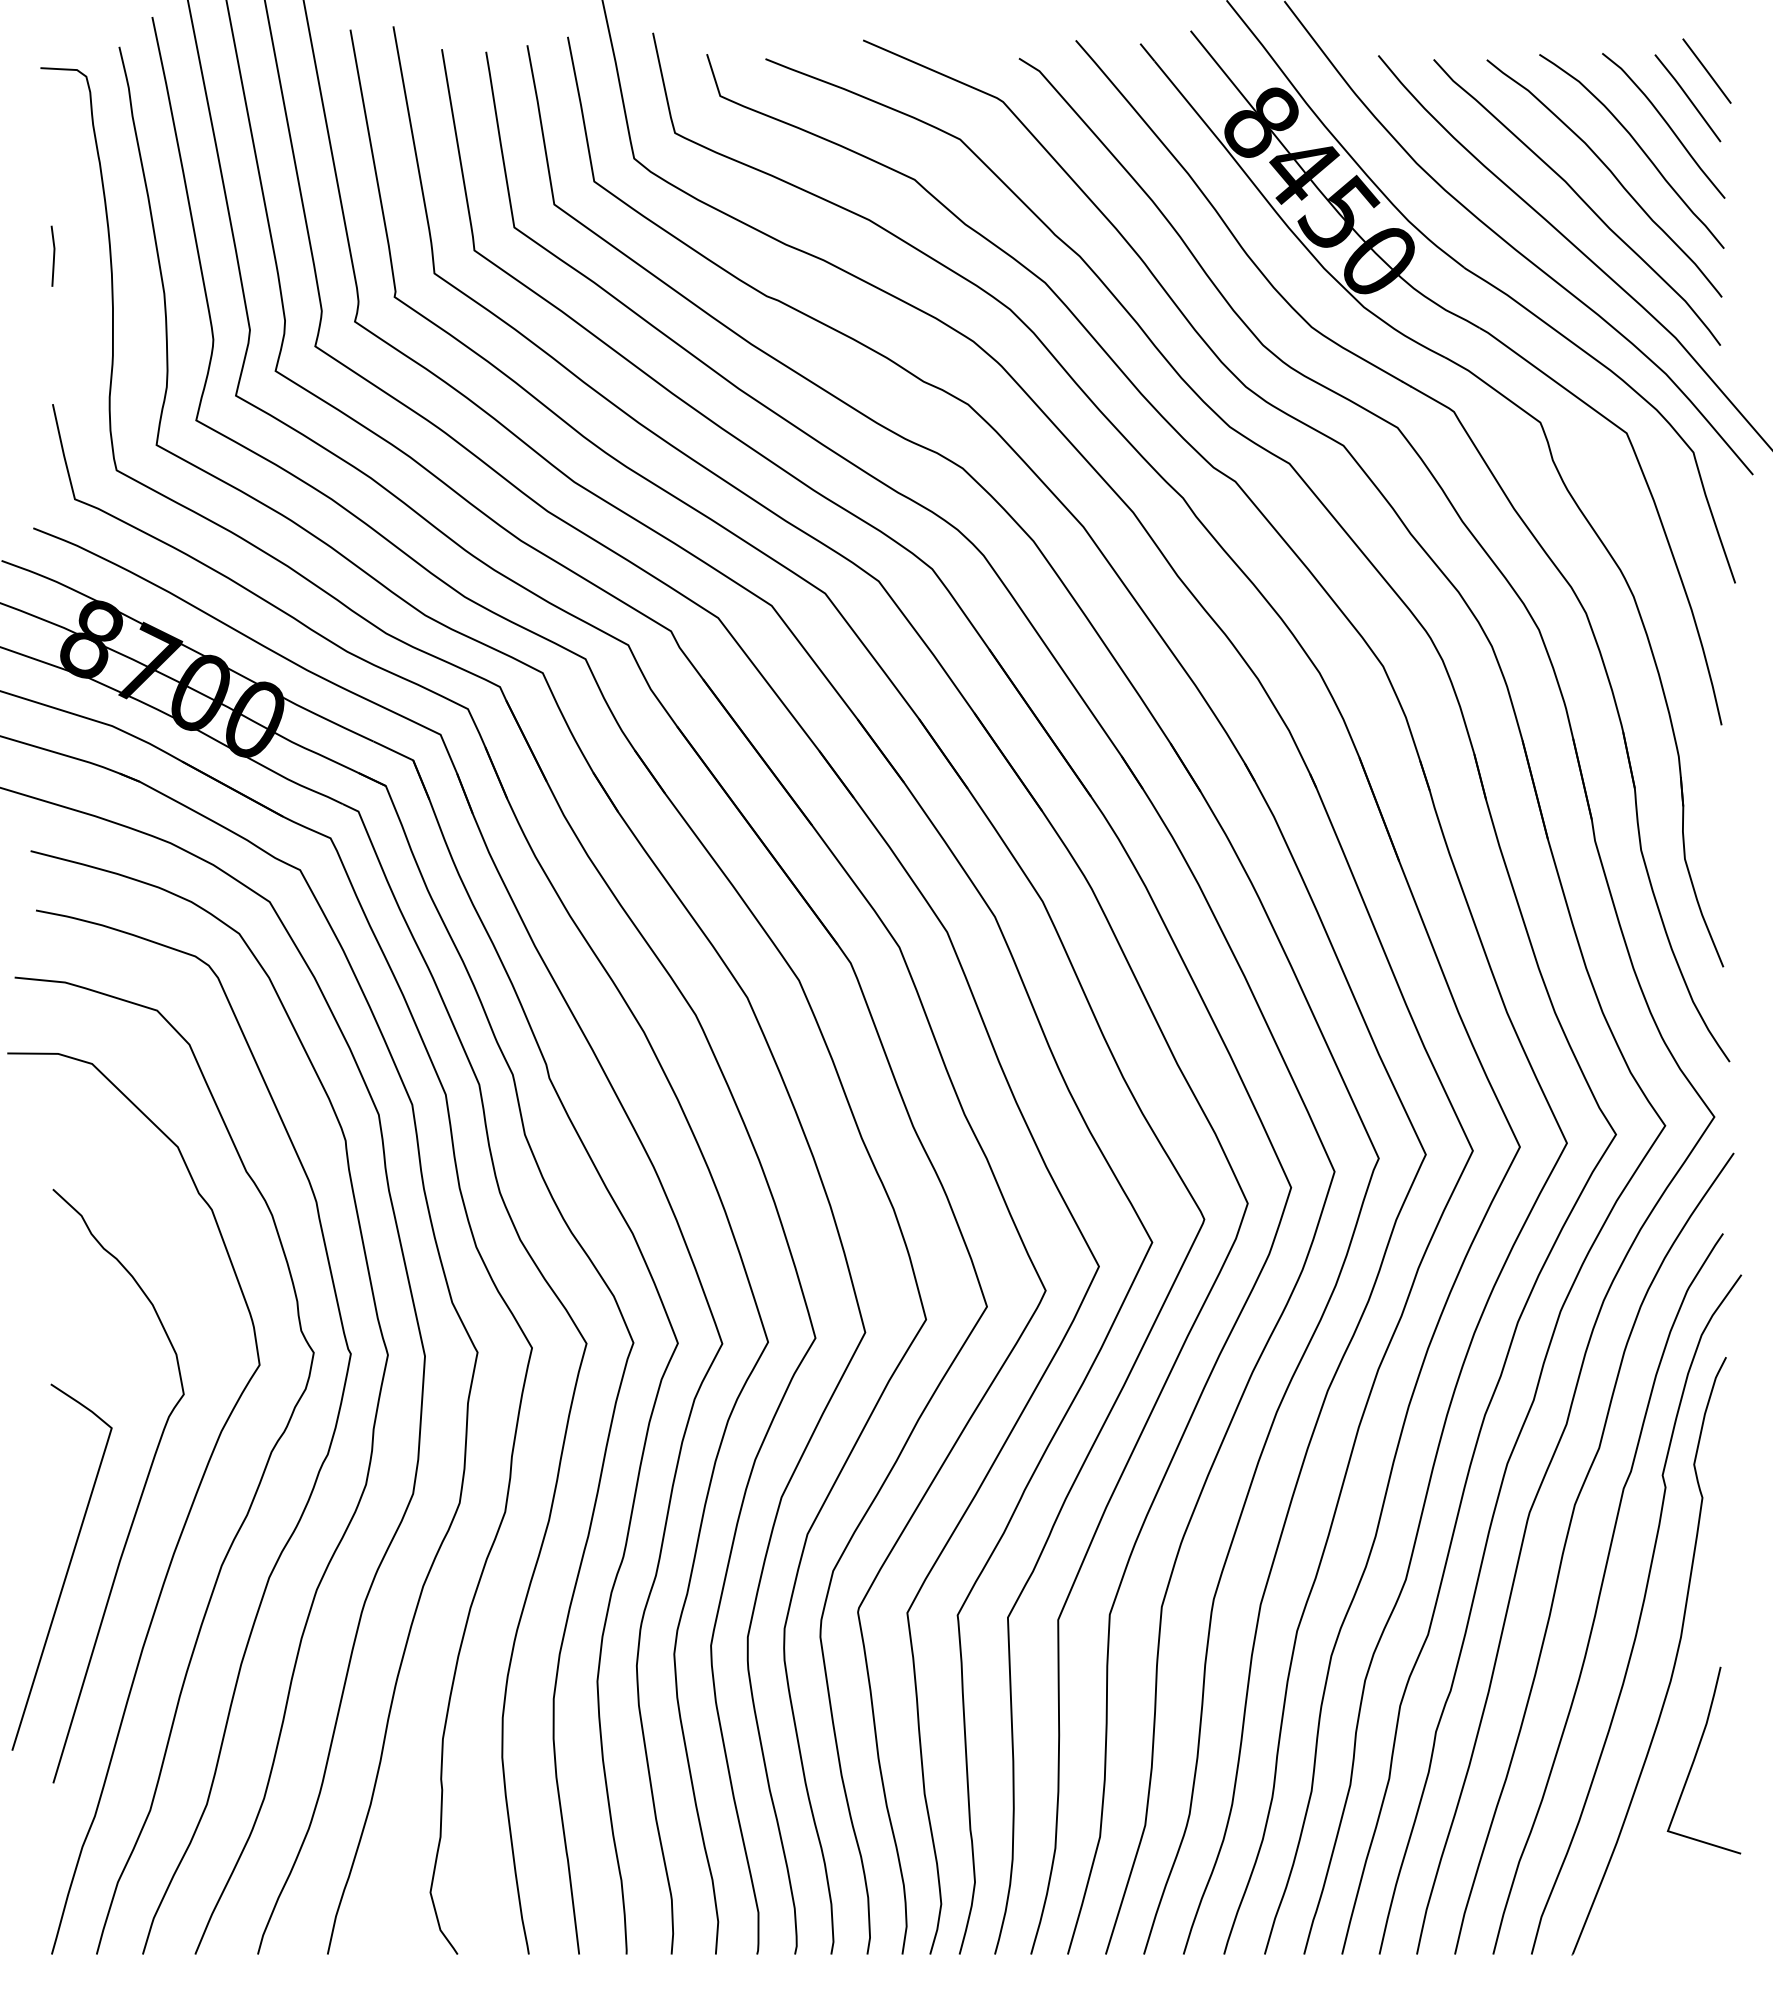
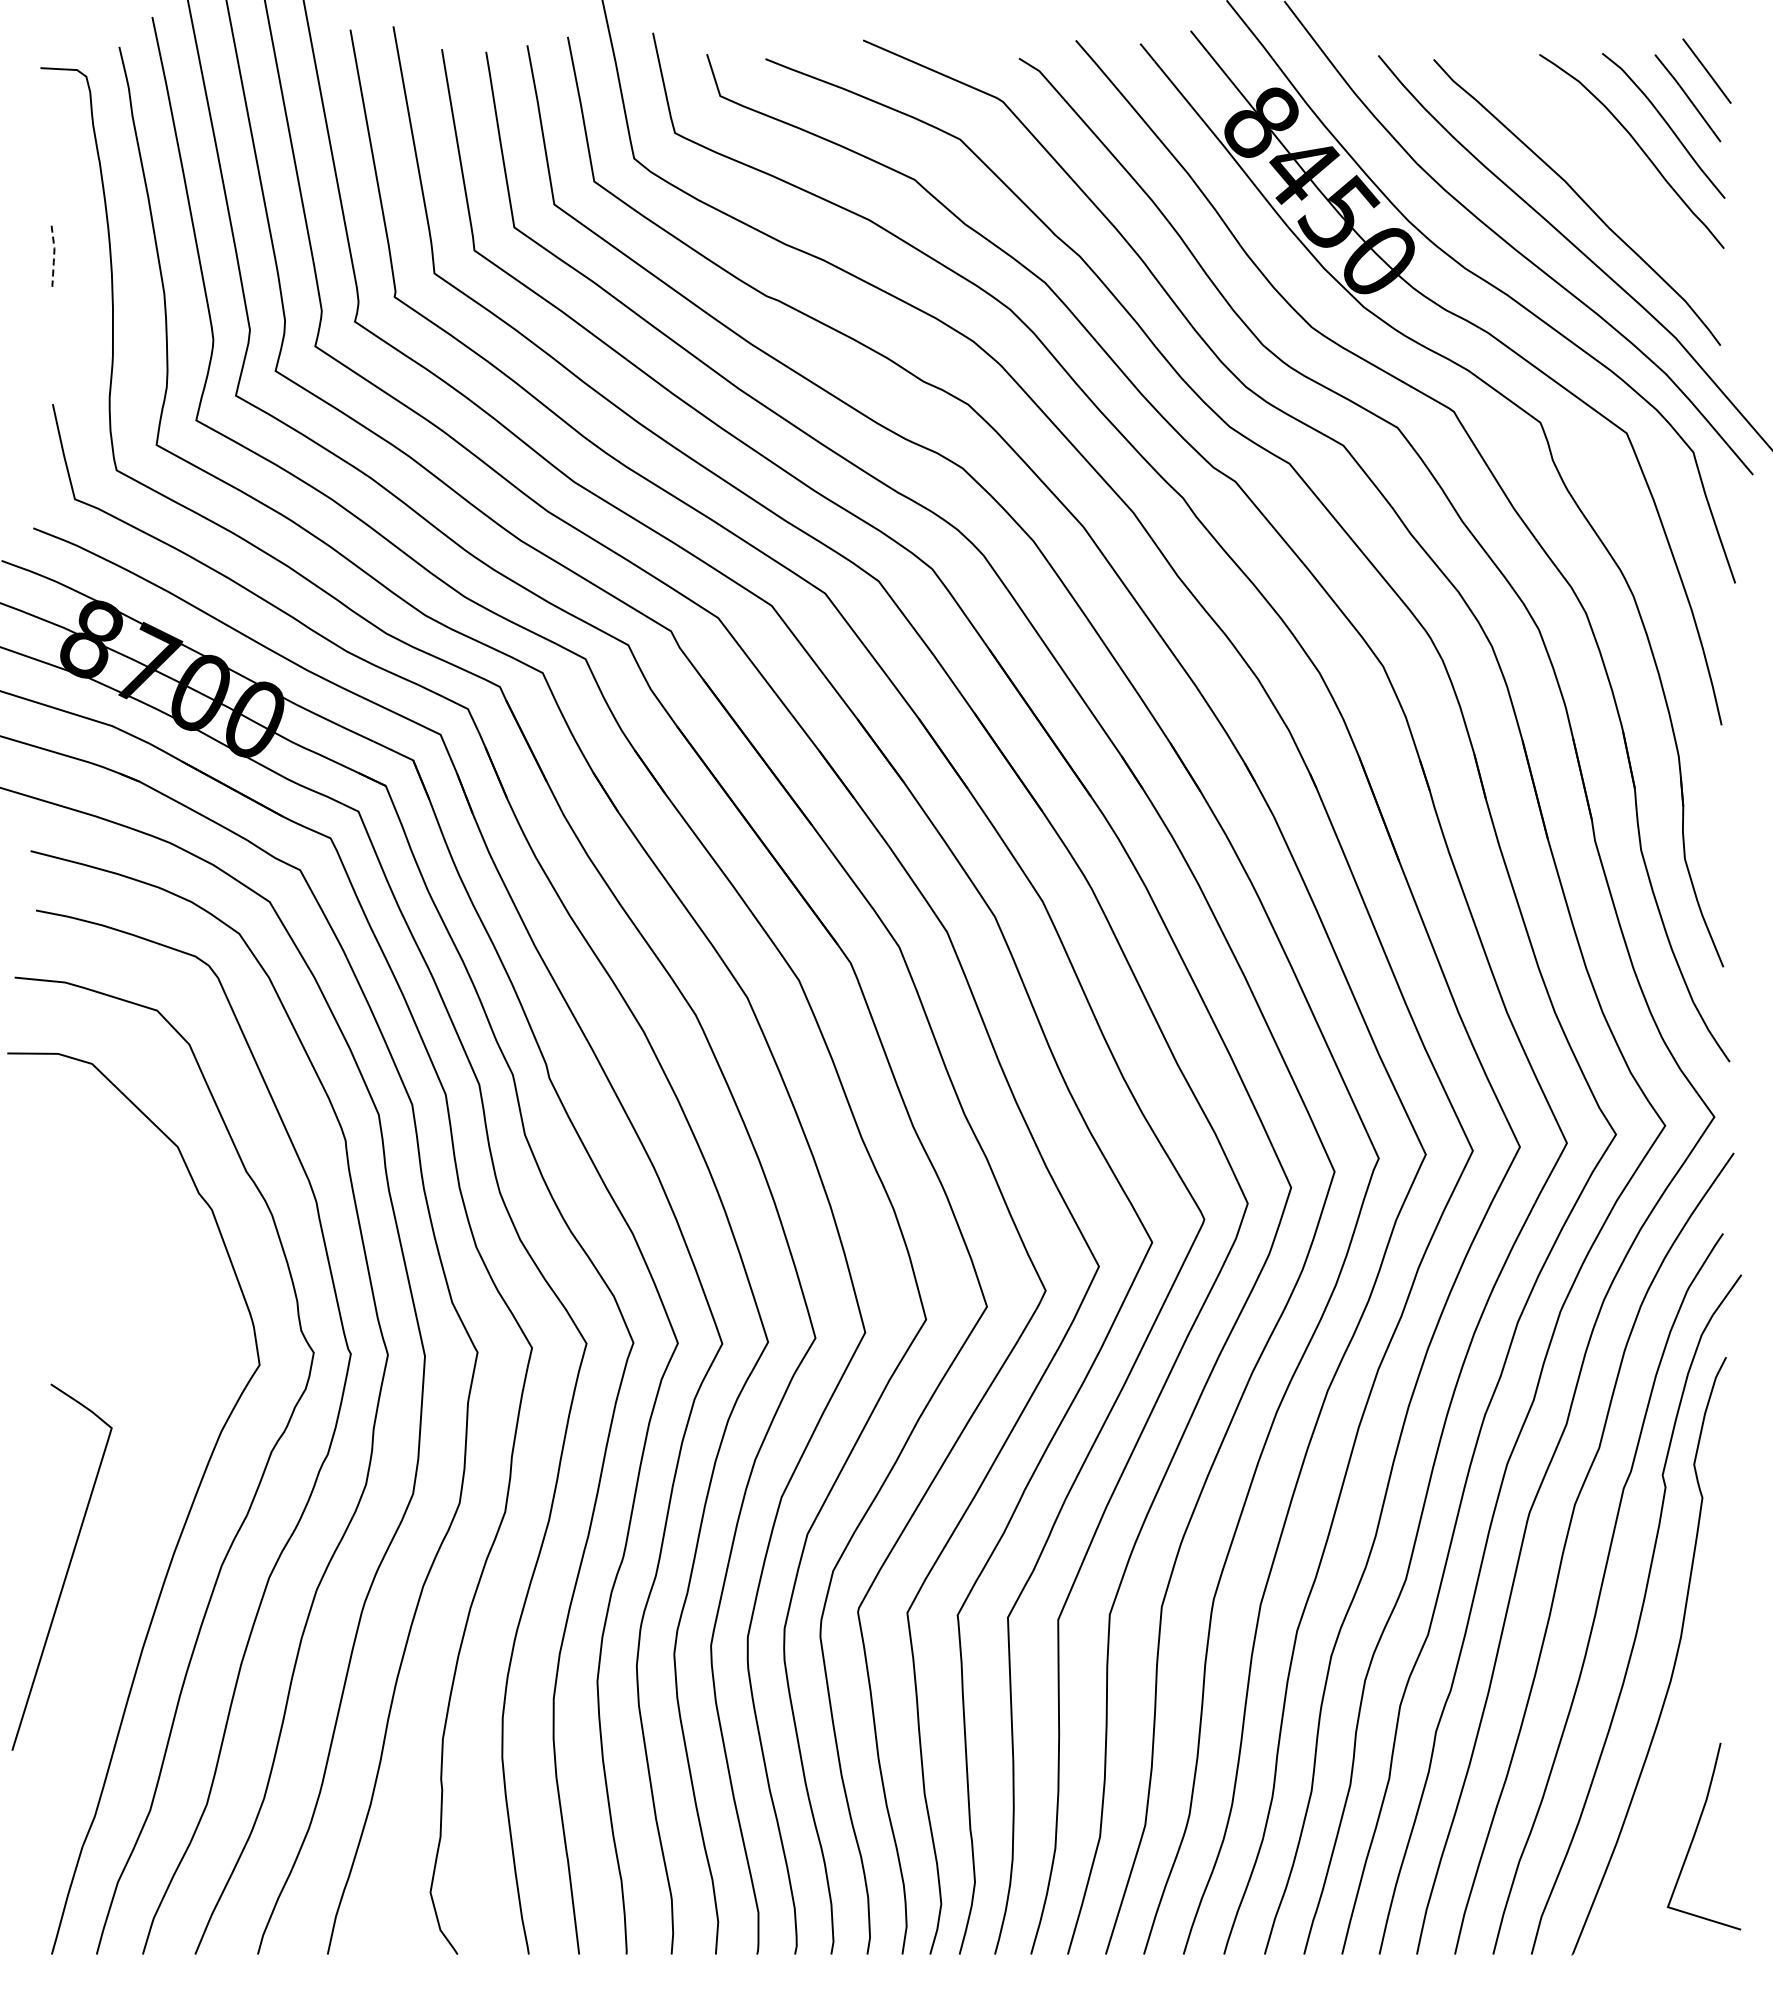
curve at (1610, 172): present -> none
line at (54, 256): solid -> dashed
curve at (141, 1492): present -> none
curve at (1696, 1756) position: (1696, 1756) -> (1696, 1832)
